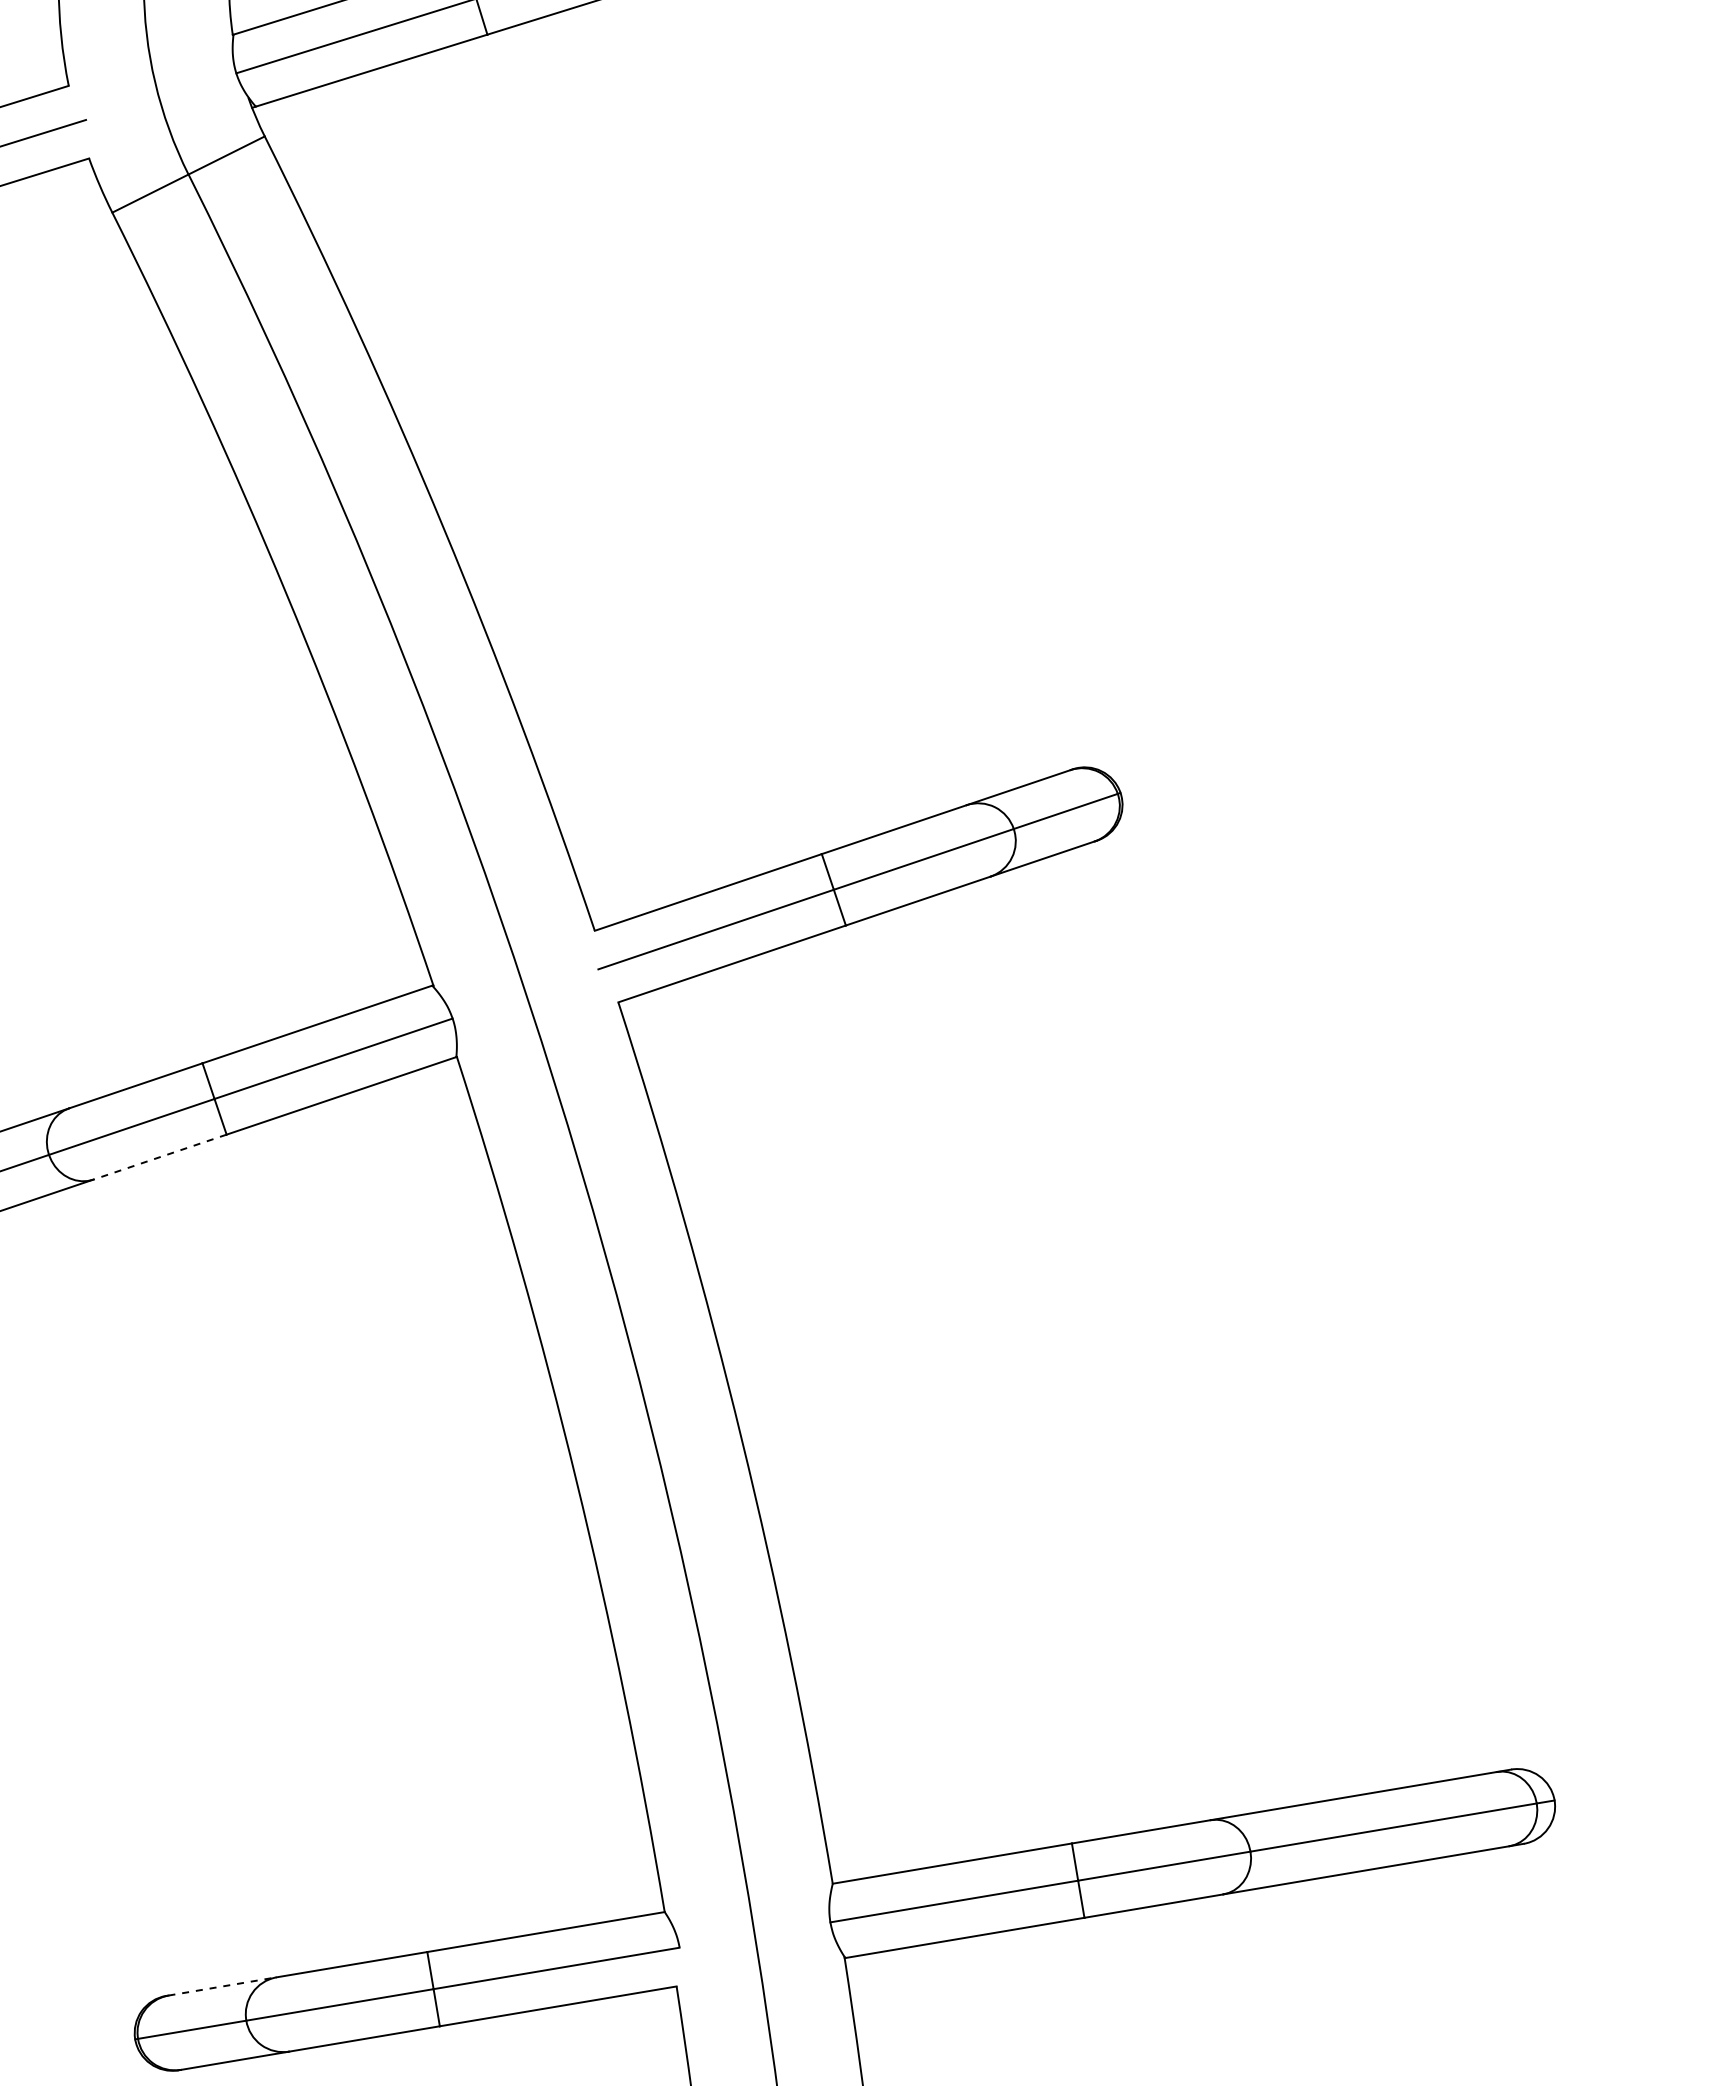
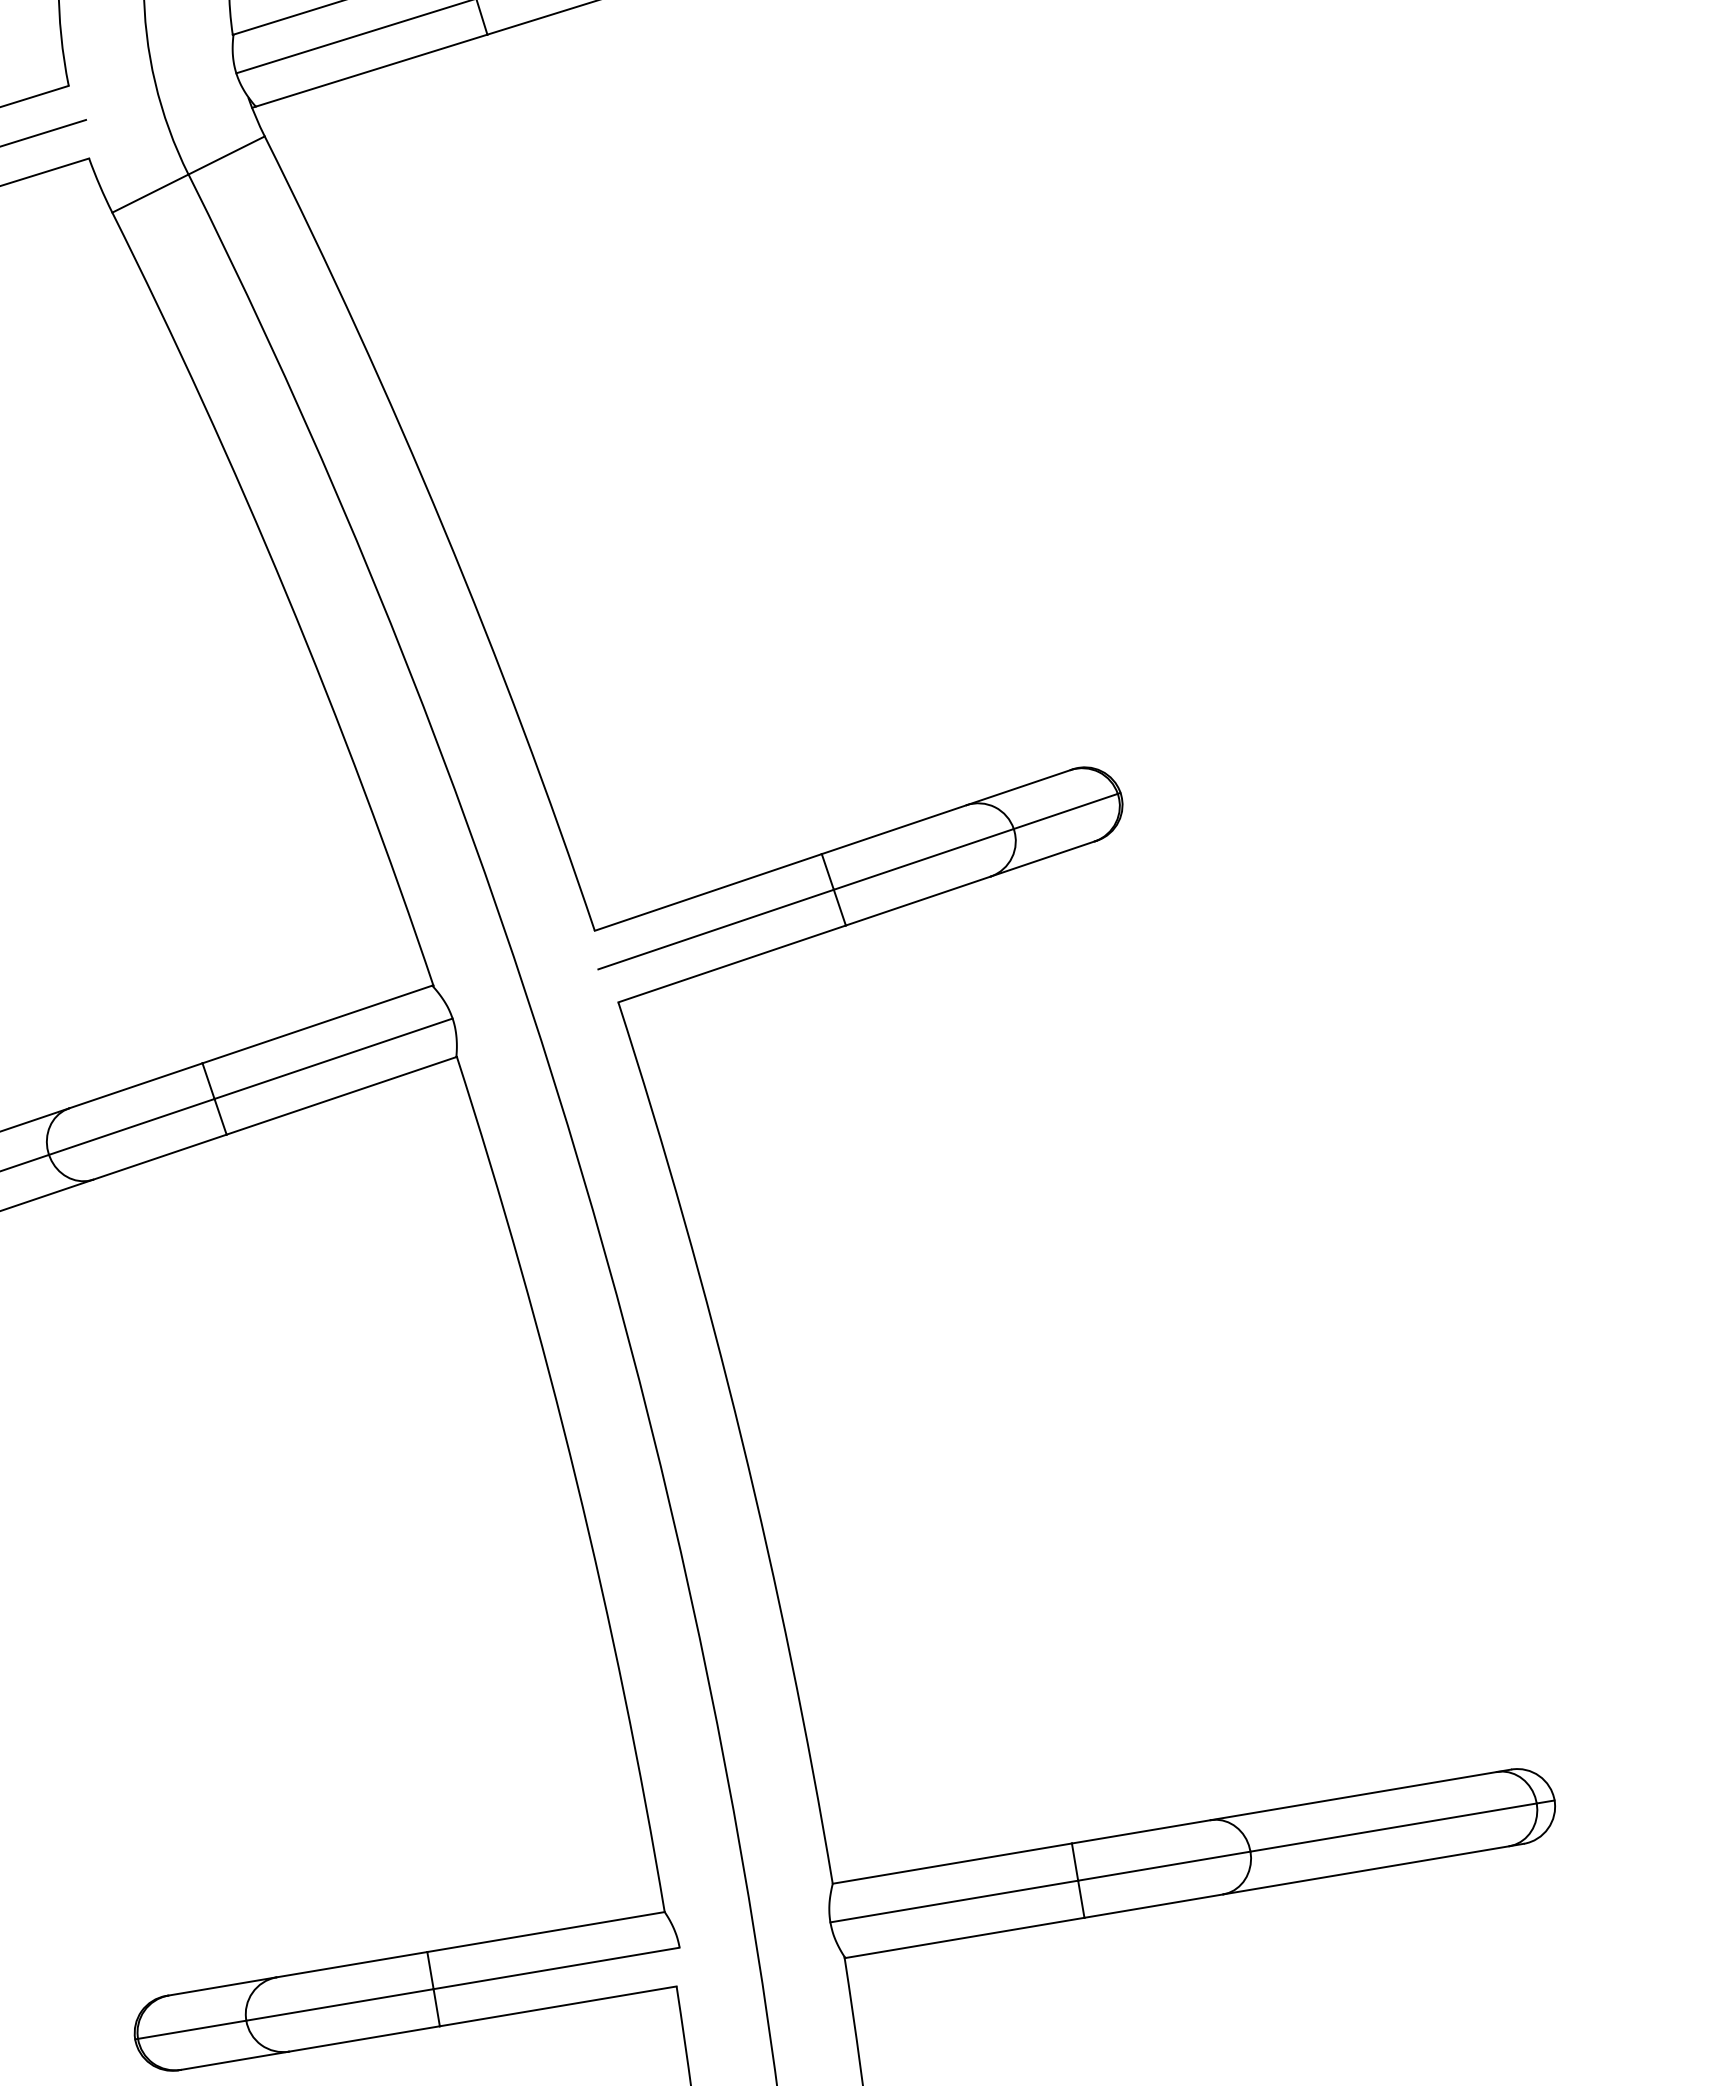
line at (159, 1157): dashed -> solid
line at (222, 1986): dashed -> solid
